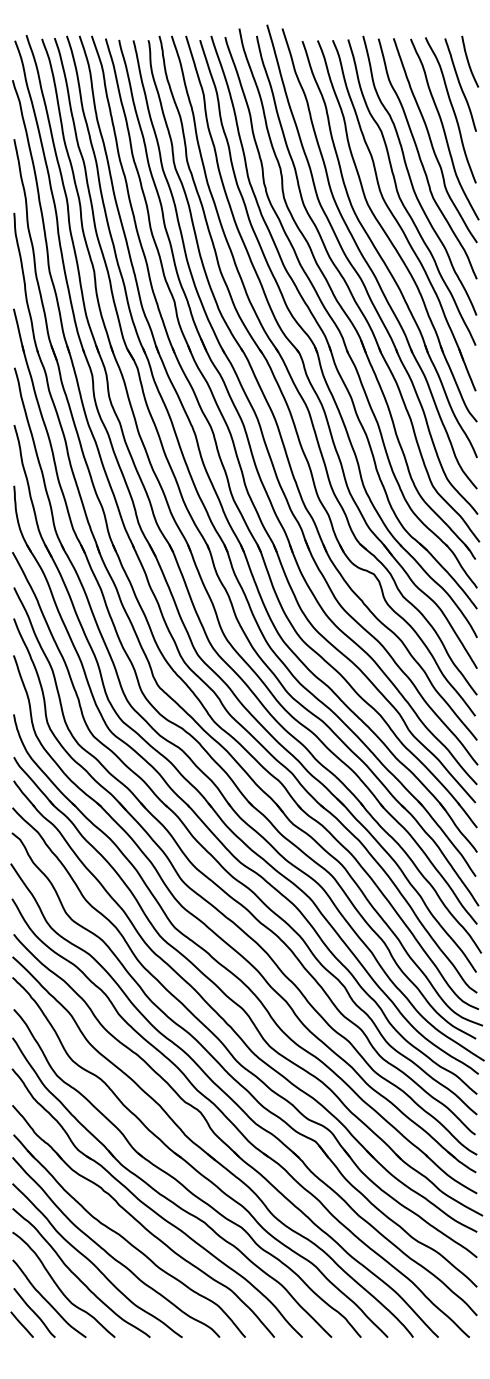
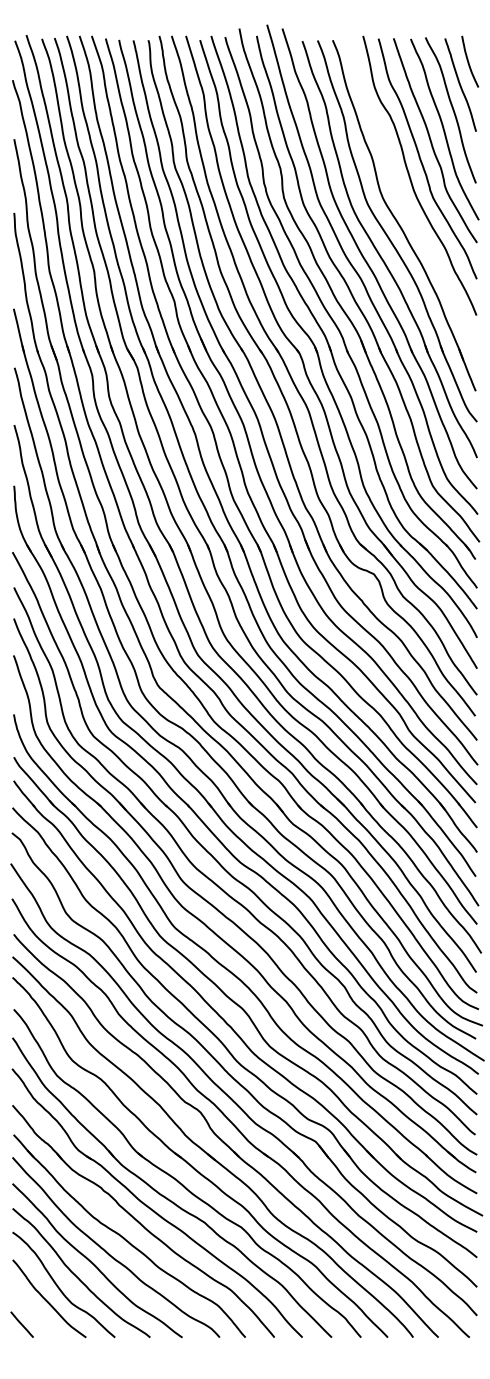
curve at (400, 196): present -> none
curve at (34, 1312): present -> none
